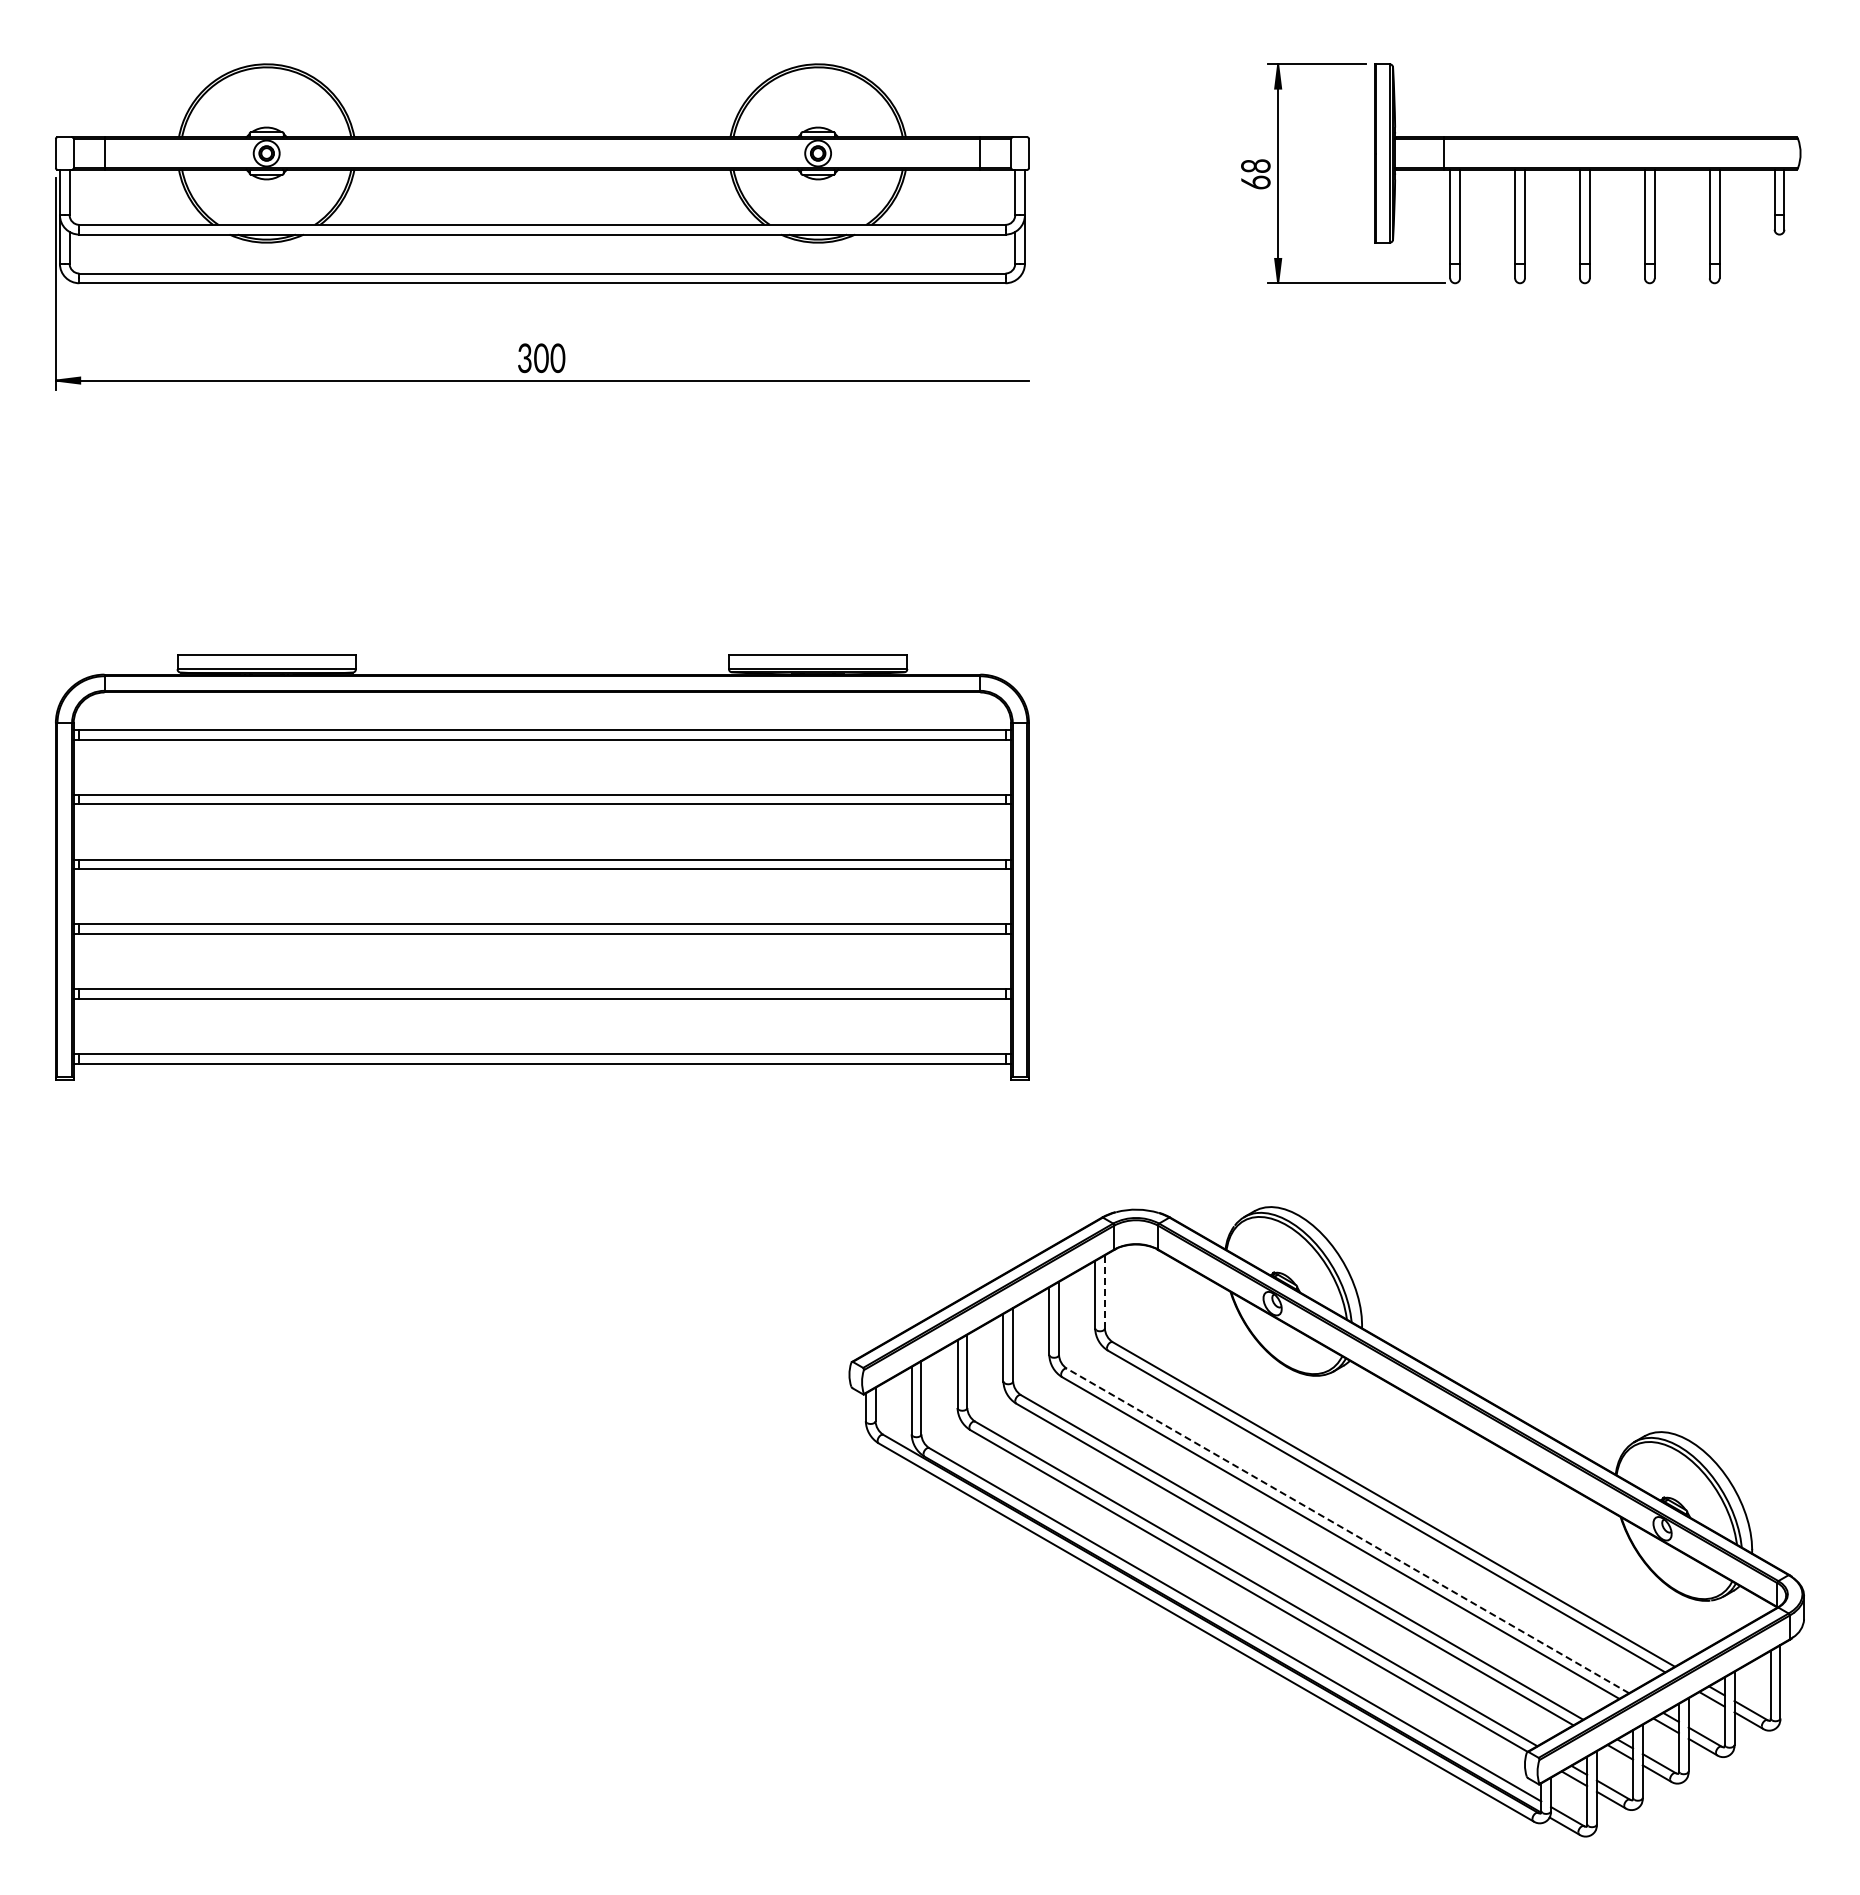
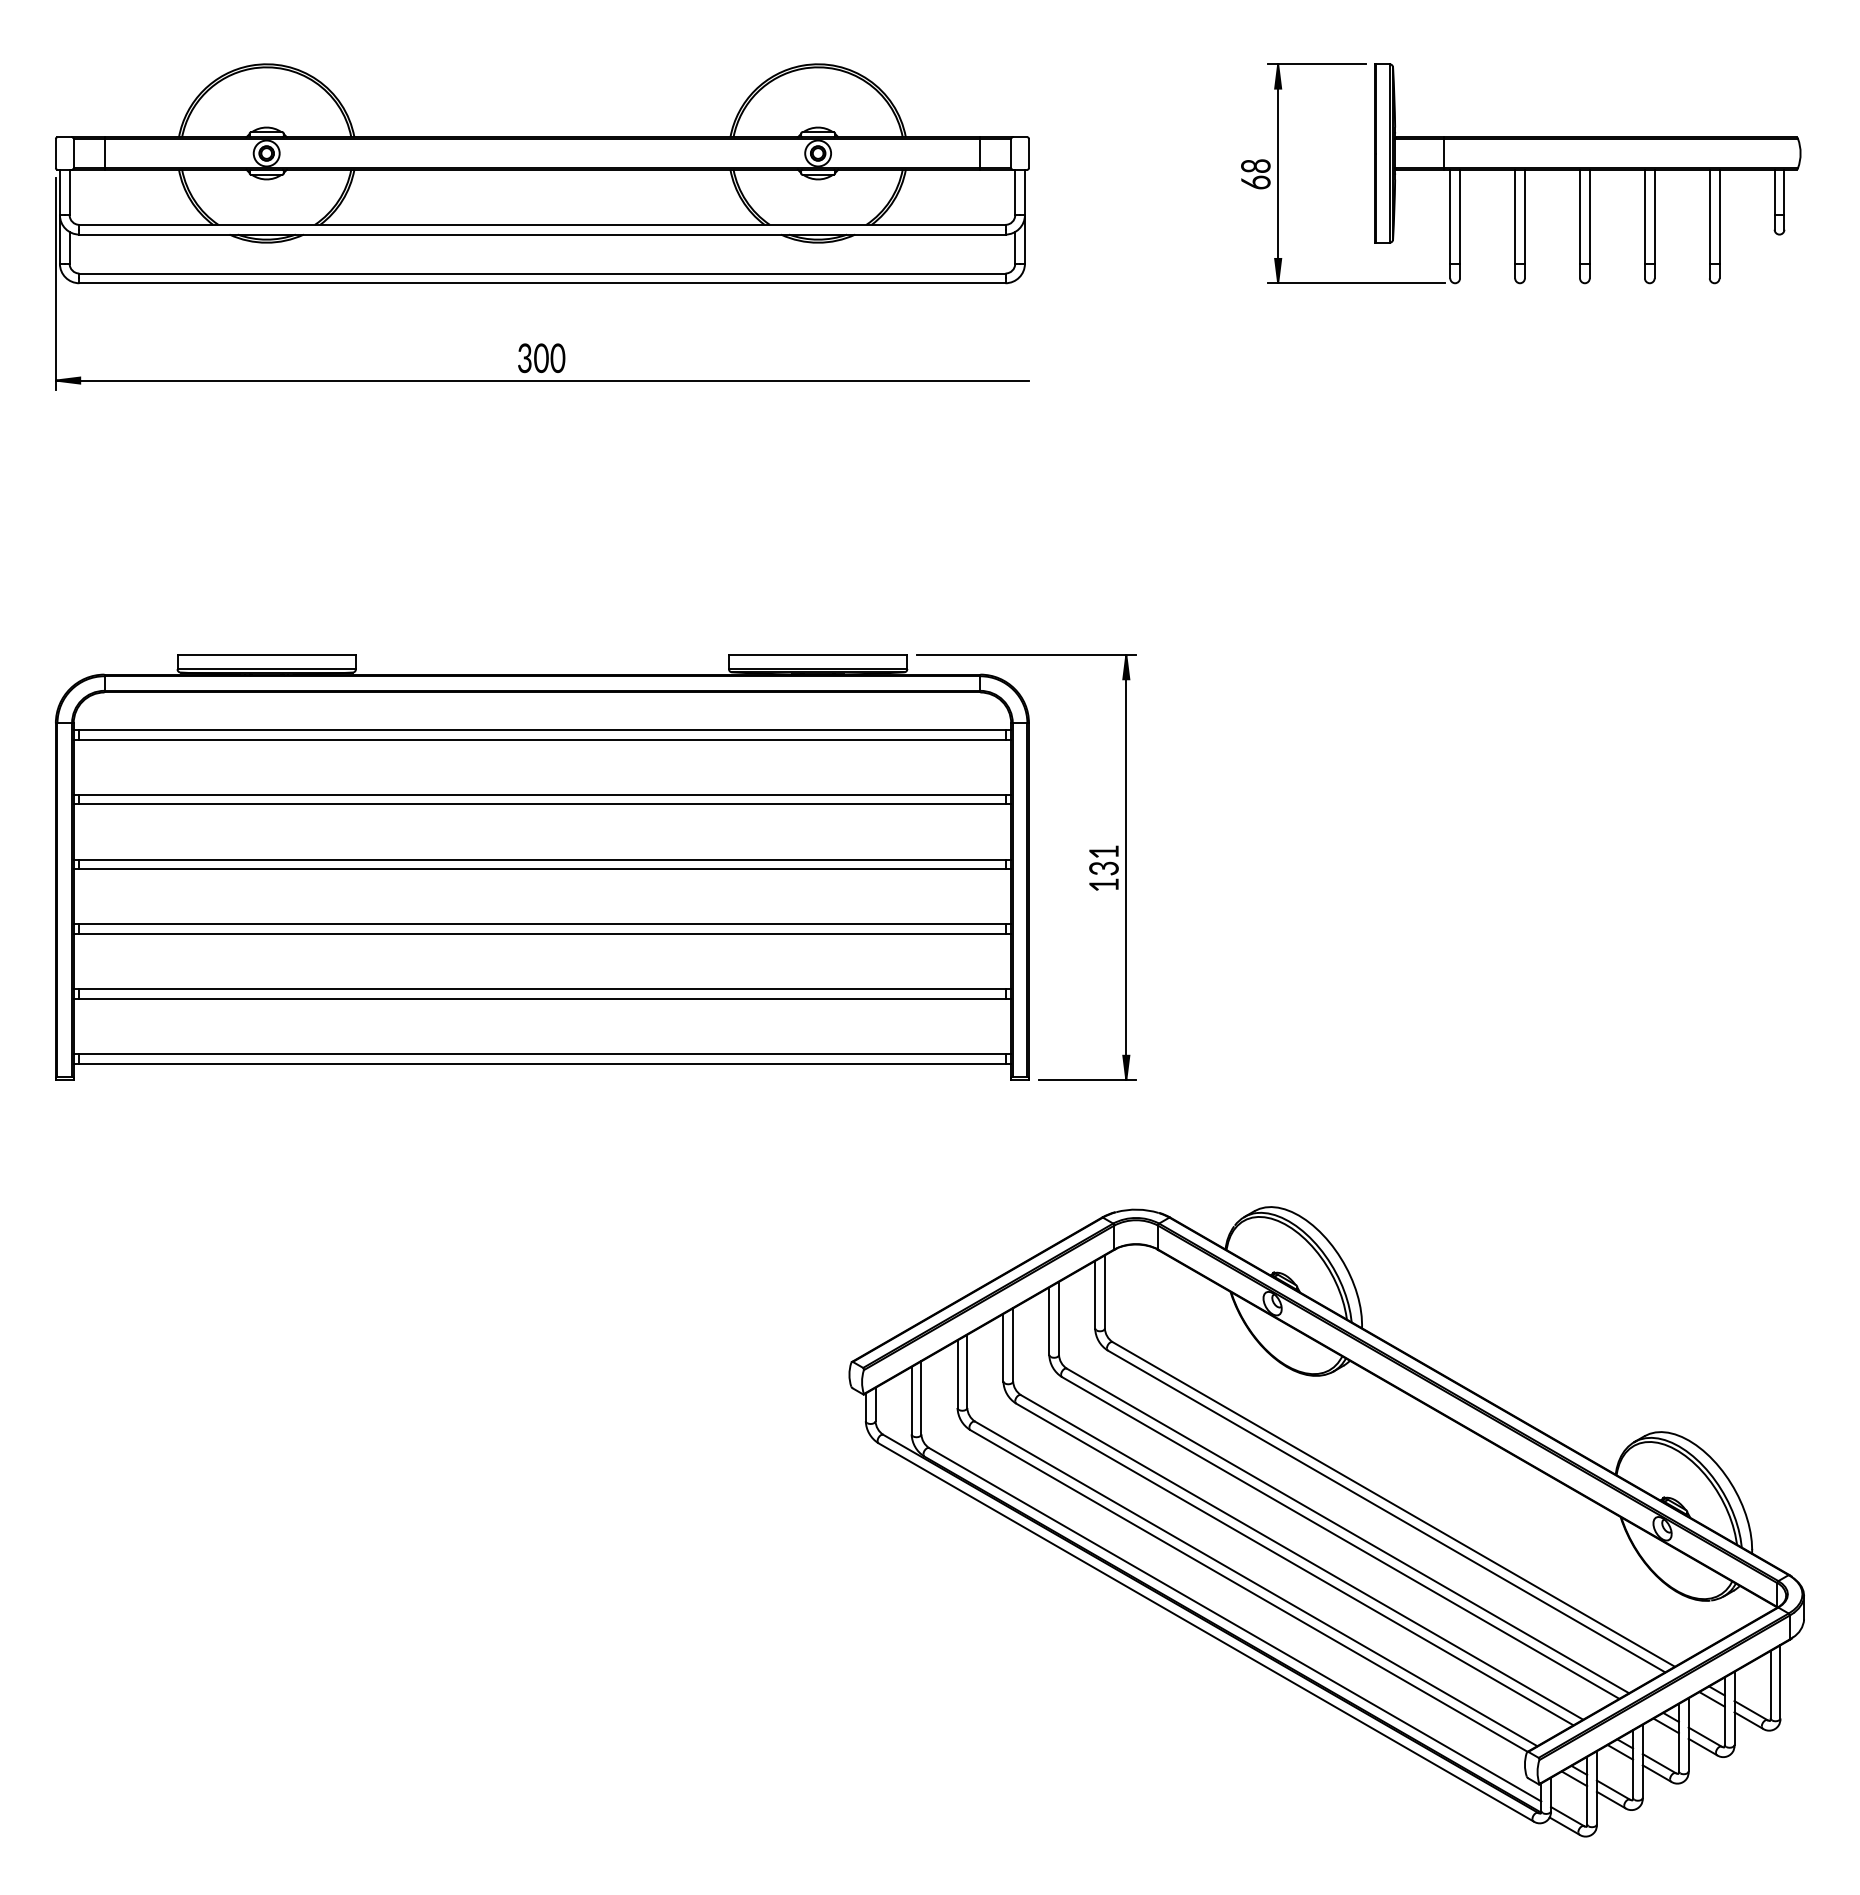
part at (1089, 867): none -> present
line at (1104, 1291): dashed -> solid
line at (1348, 1530): dashed -> solid
